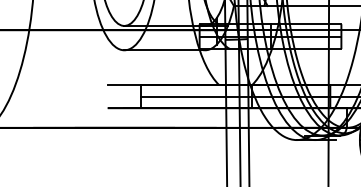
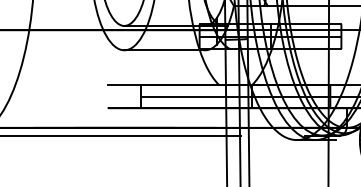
line at (121, 136): none -> present
